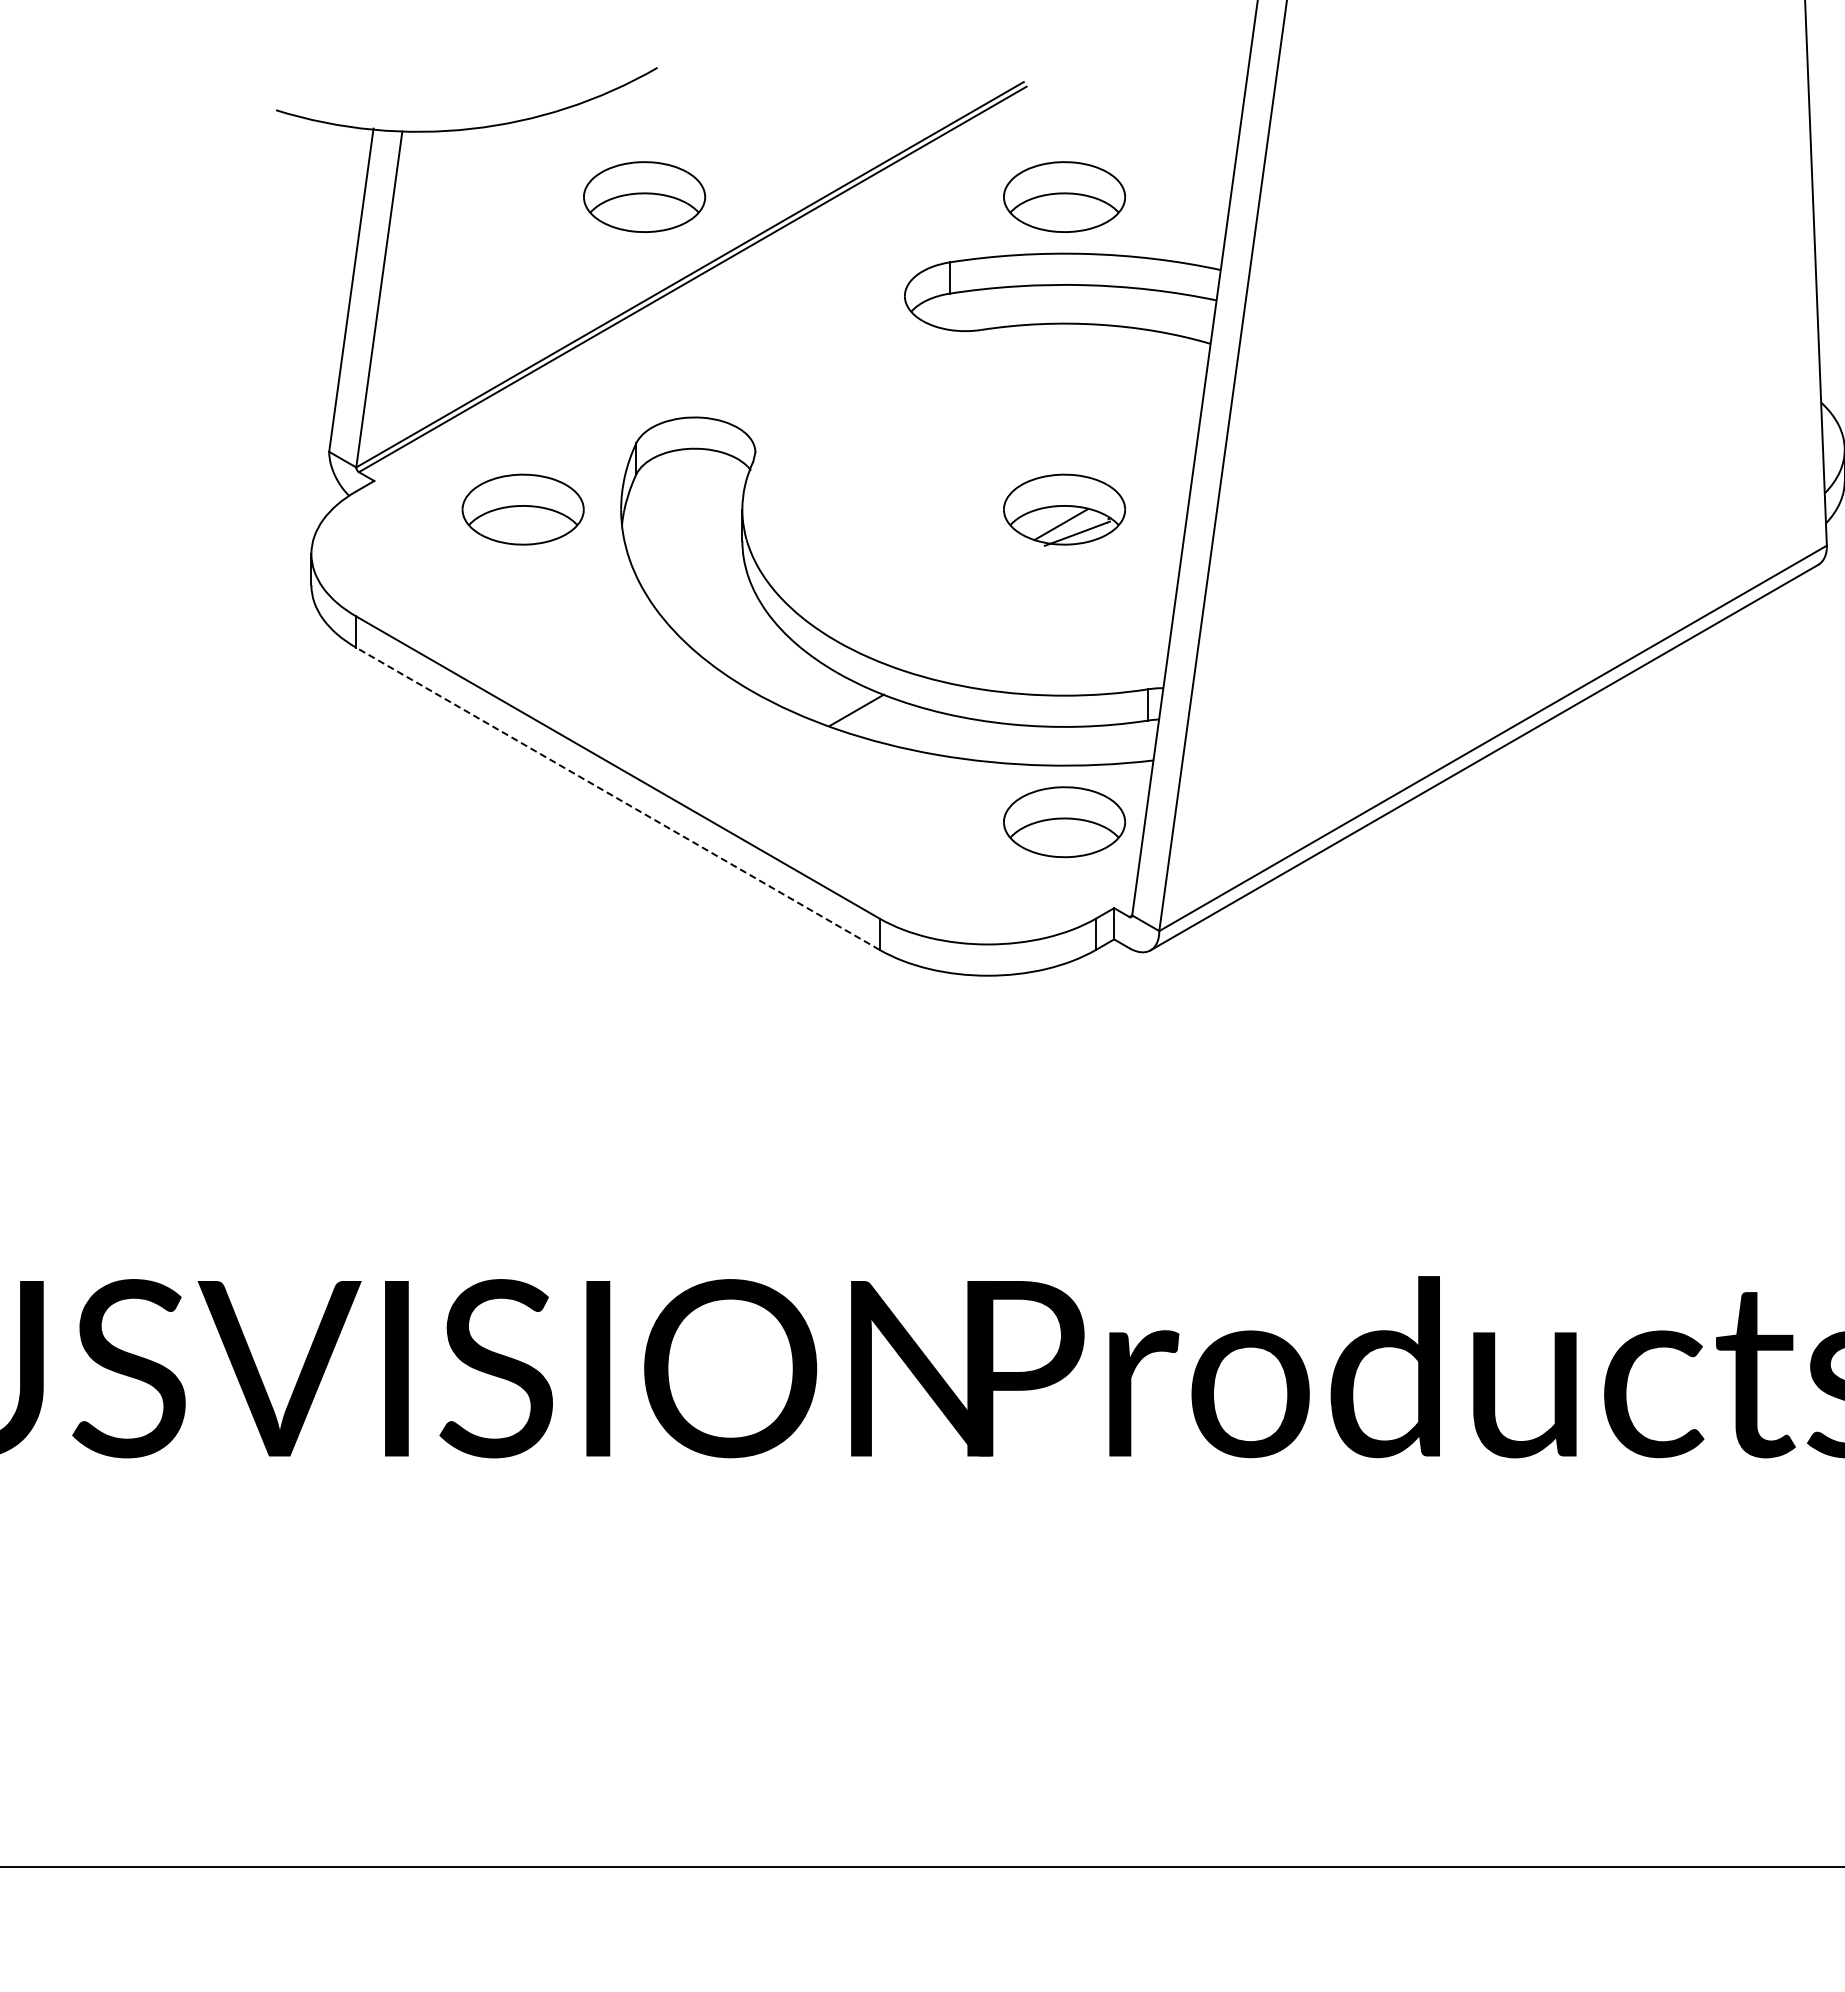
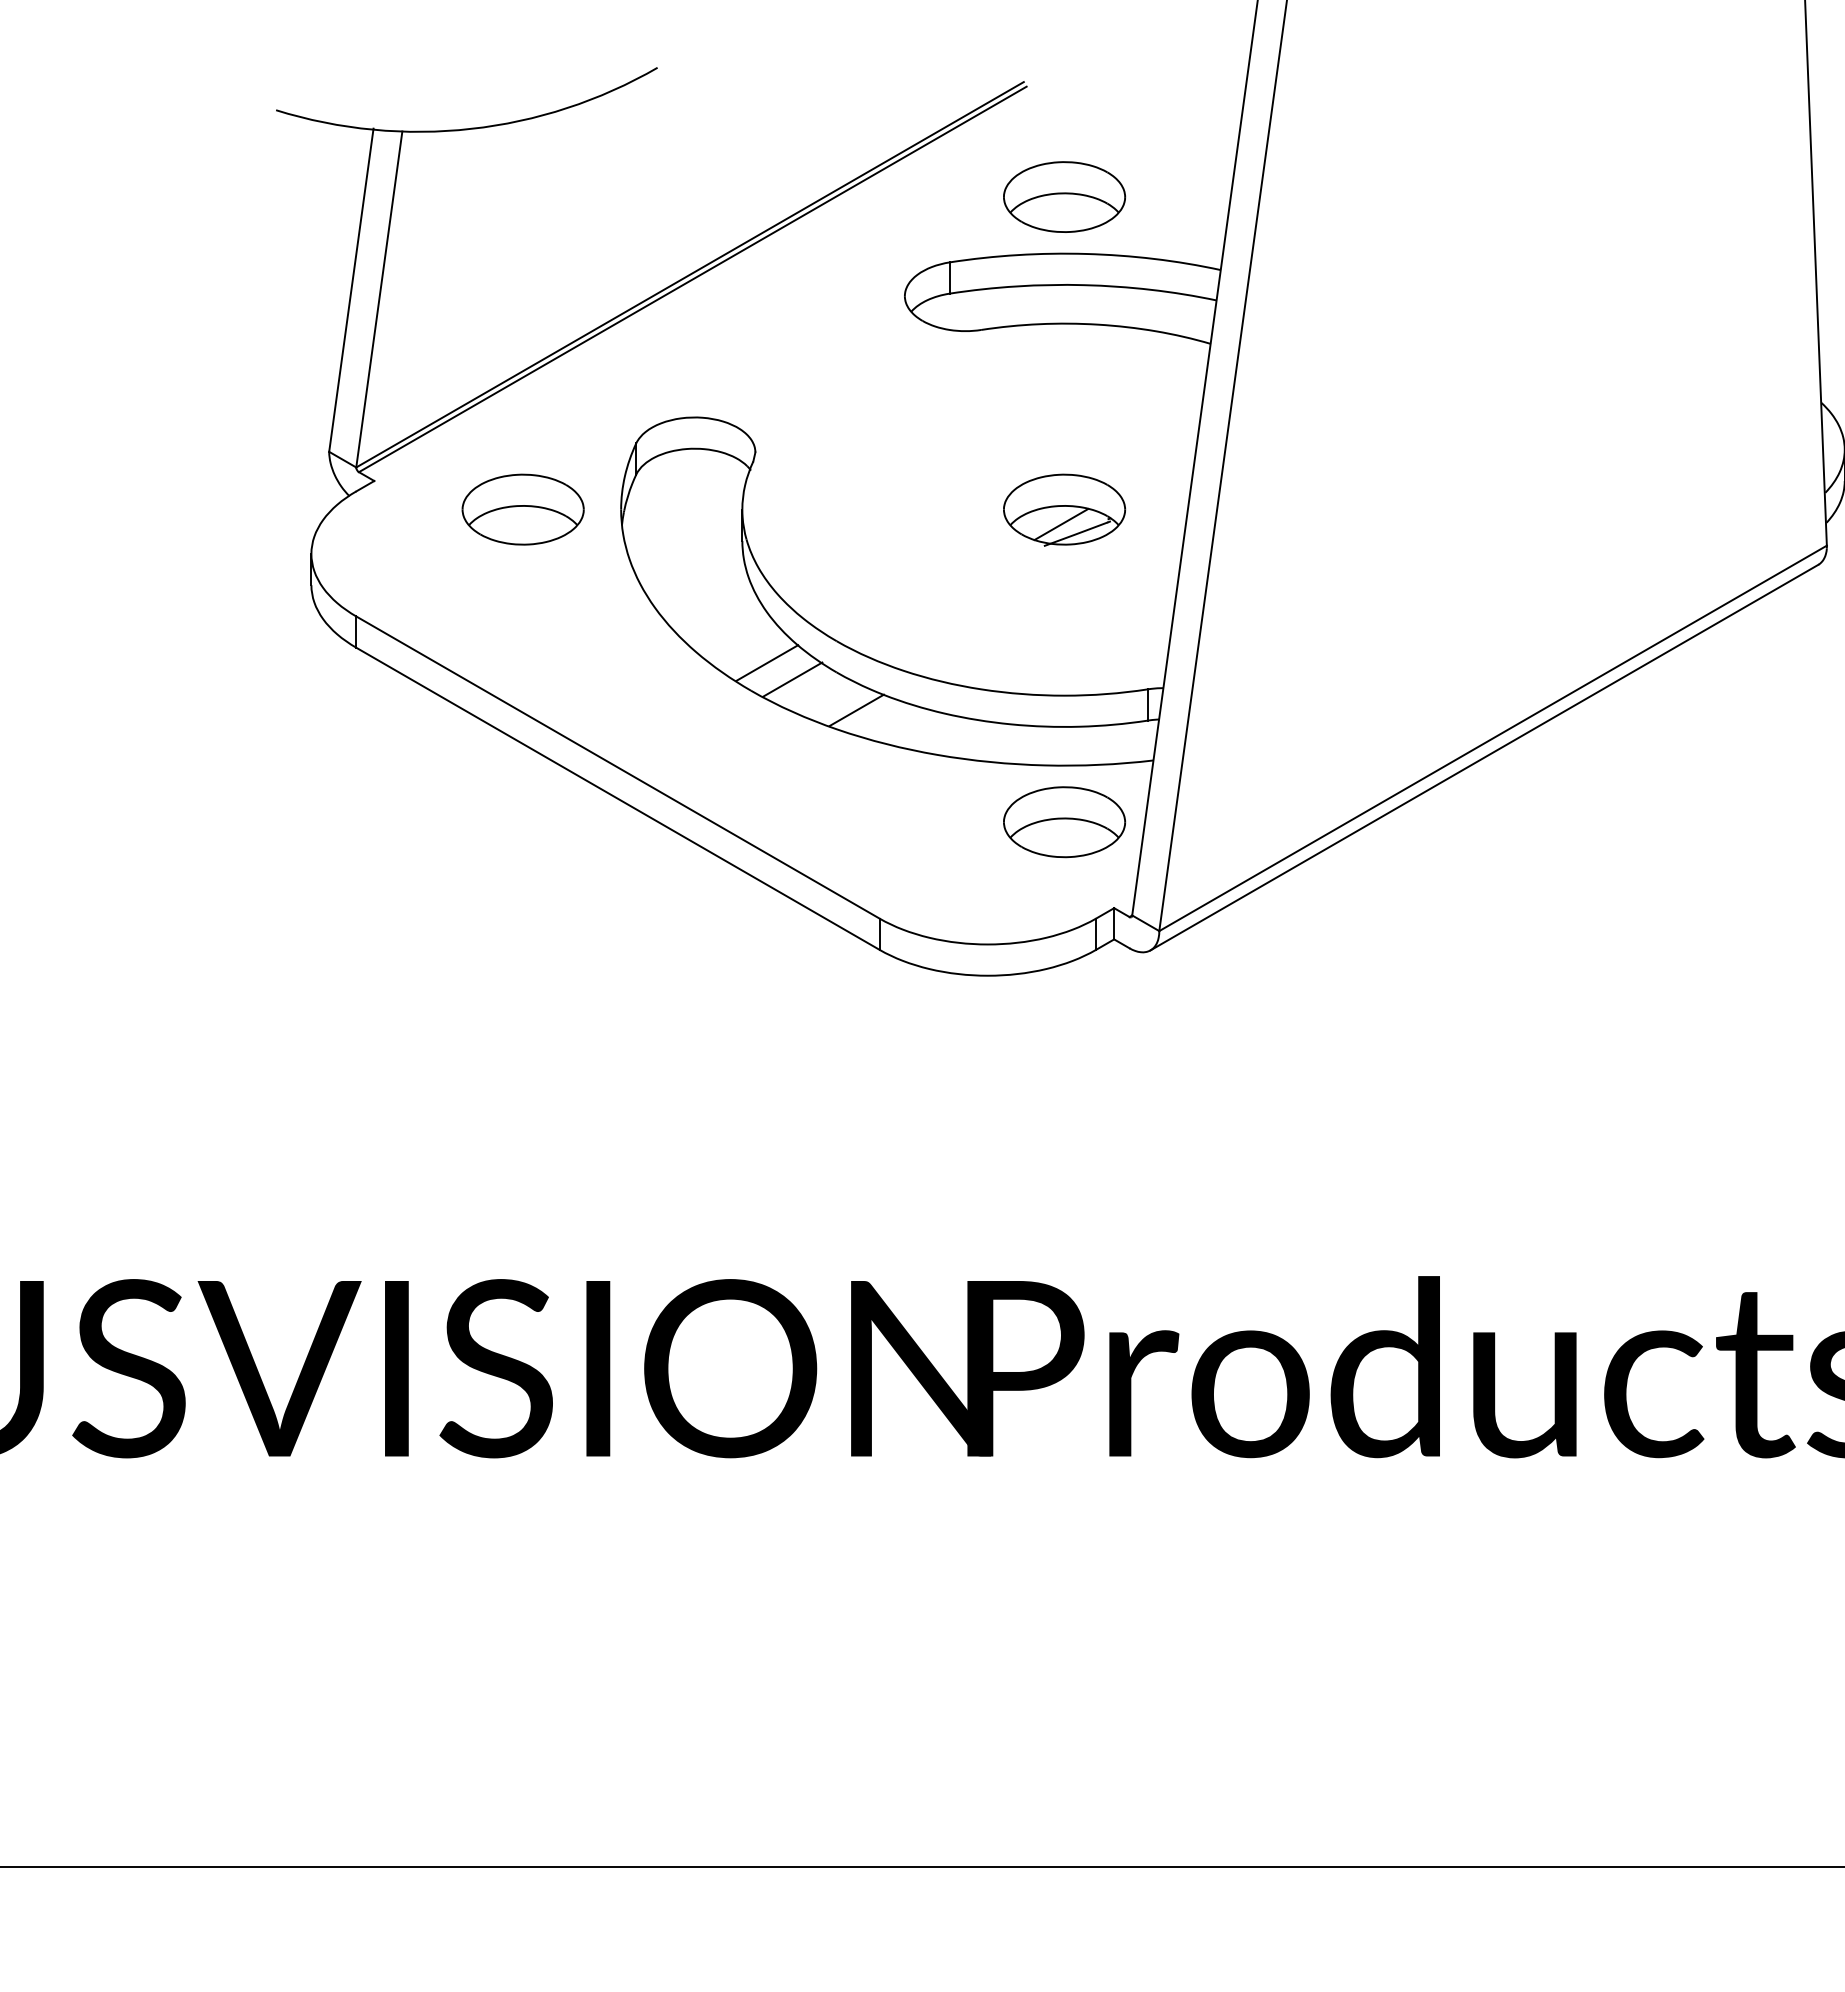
part at (644, 196): present -> none
line at (767, 662): none -> present
line at (792, 679): none -> present
line at (617, 798): dashed -> solid
